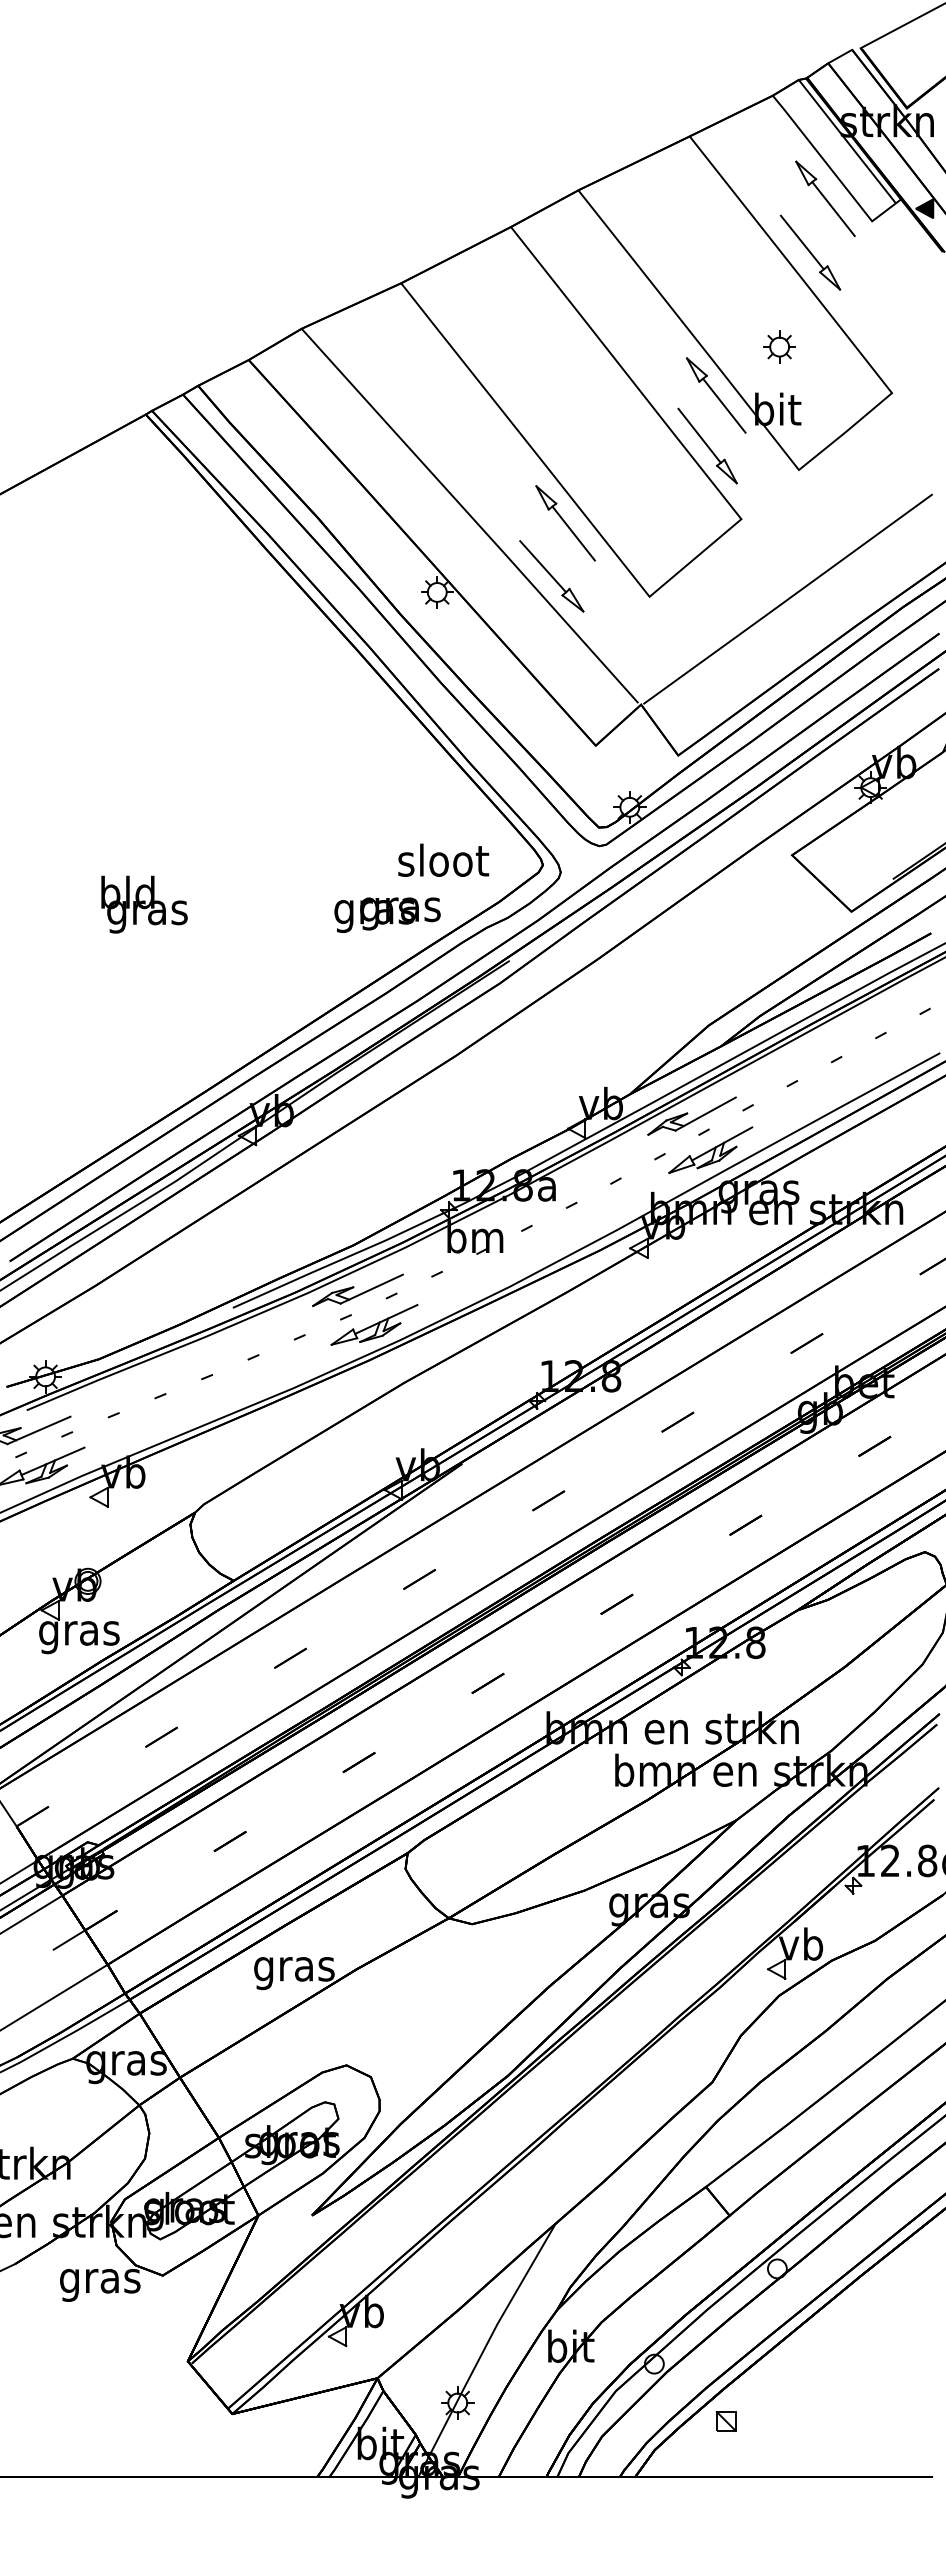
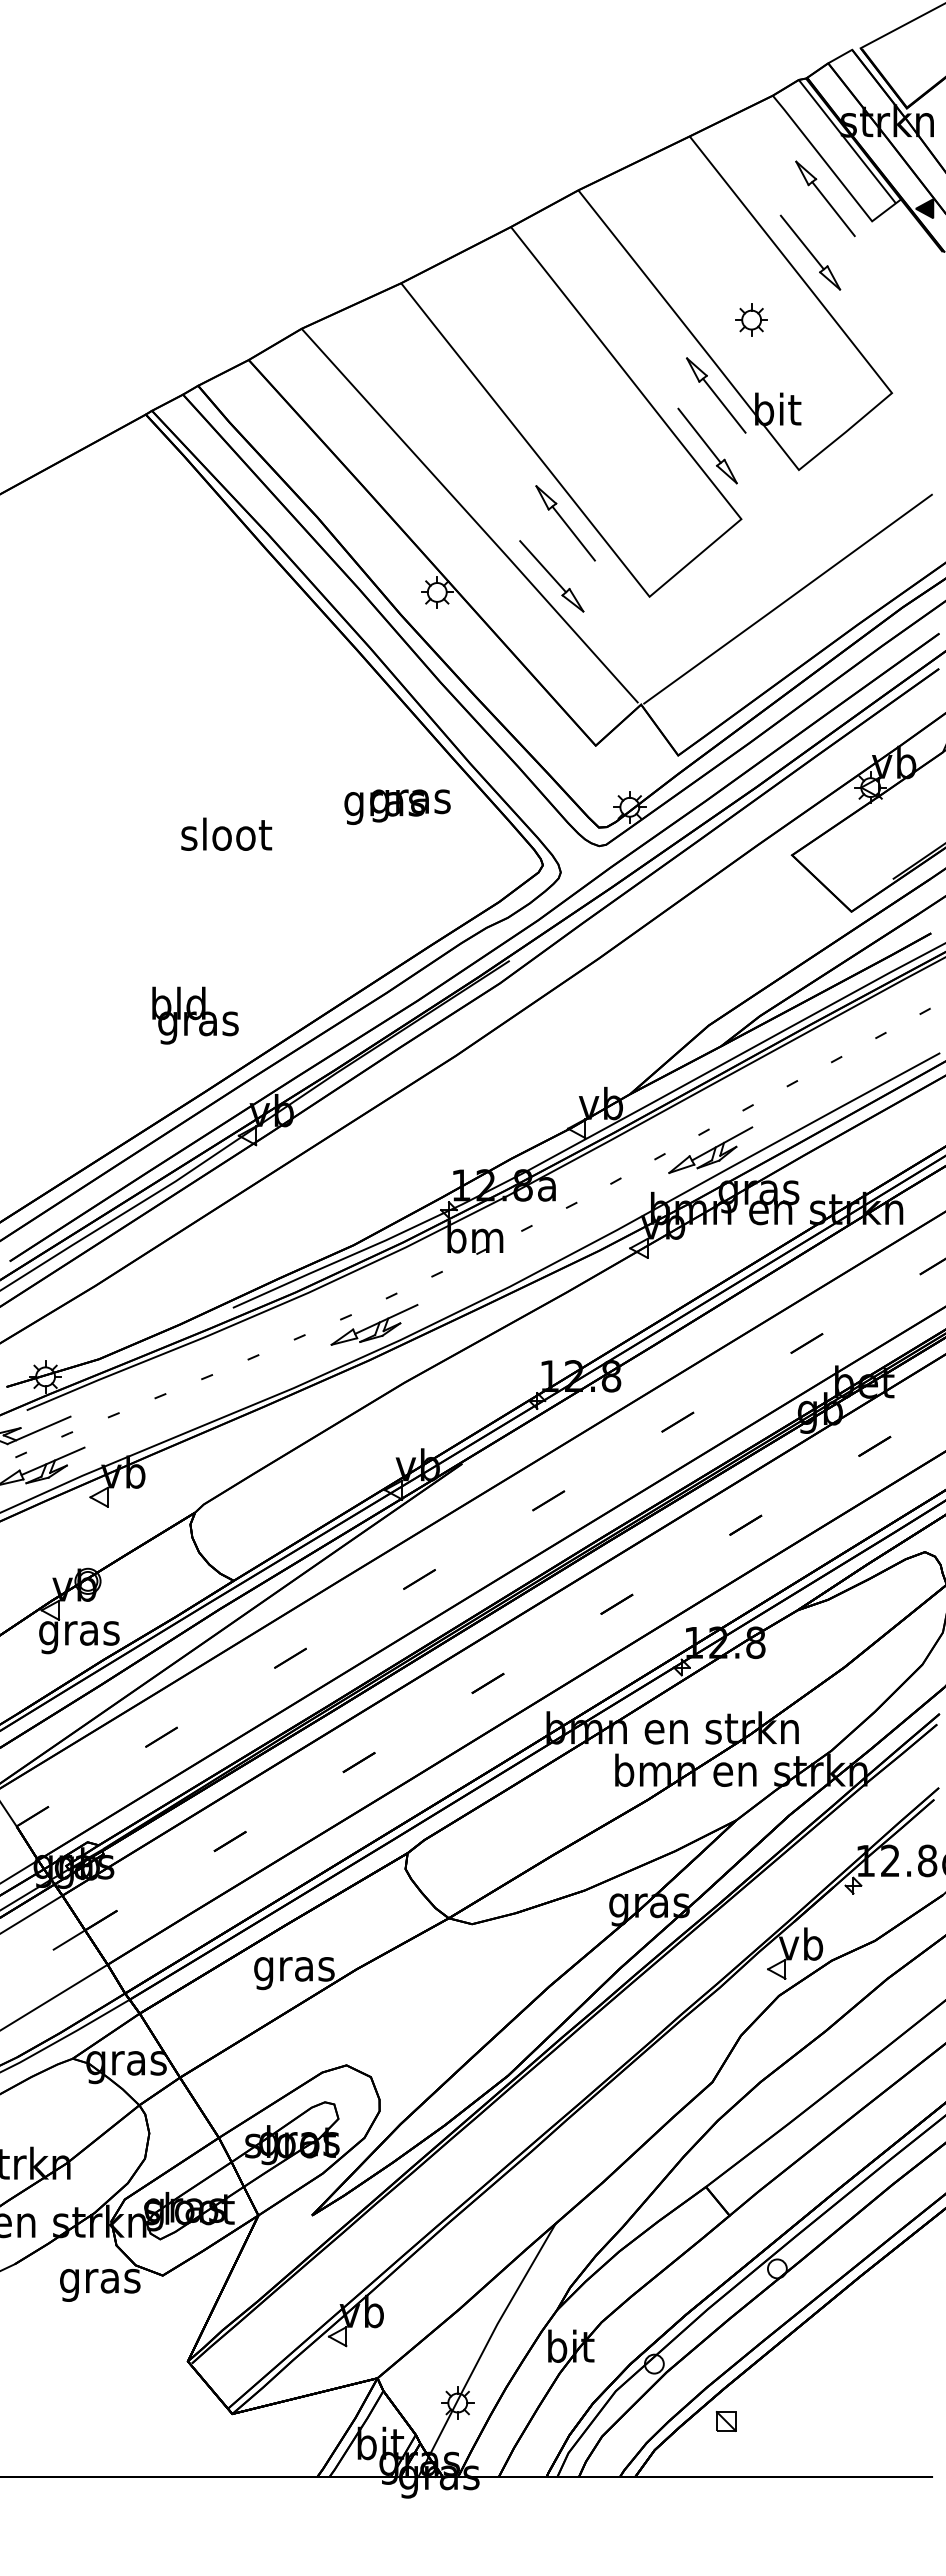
part at (779, 346) position: (779, 346) -> (751, 319)
text at (443, 859) position: (443, 859) -> (226, 833)
text at (144, 904) position: (144, 904) -> (195, 1015)
text at (387, 914) position: (387, 914) -> (397, 806)
part at (691, 1115): present -> none
part at (357, 1289): present -> none
